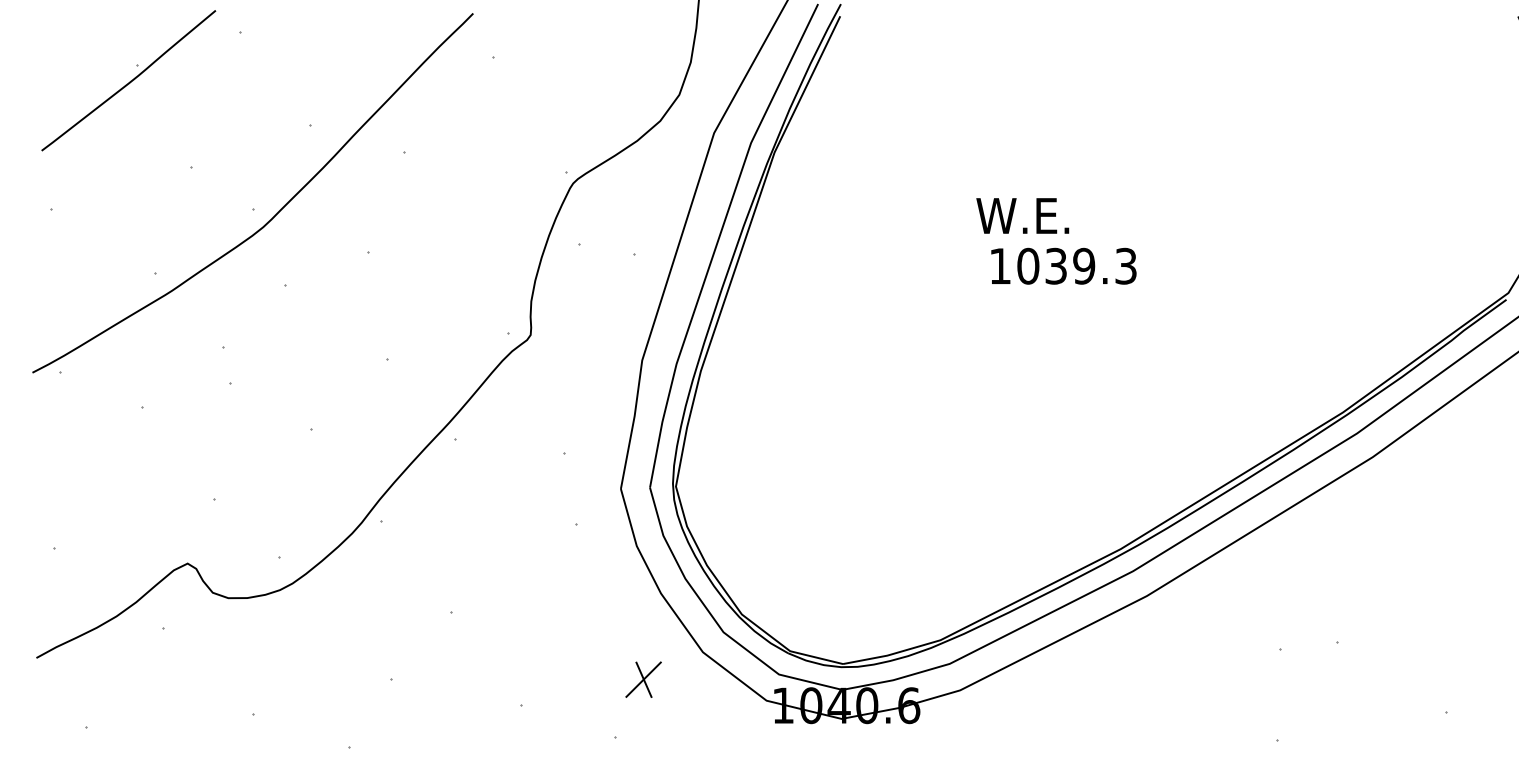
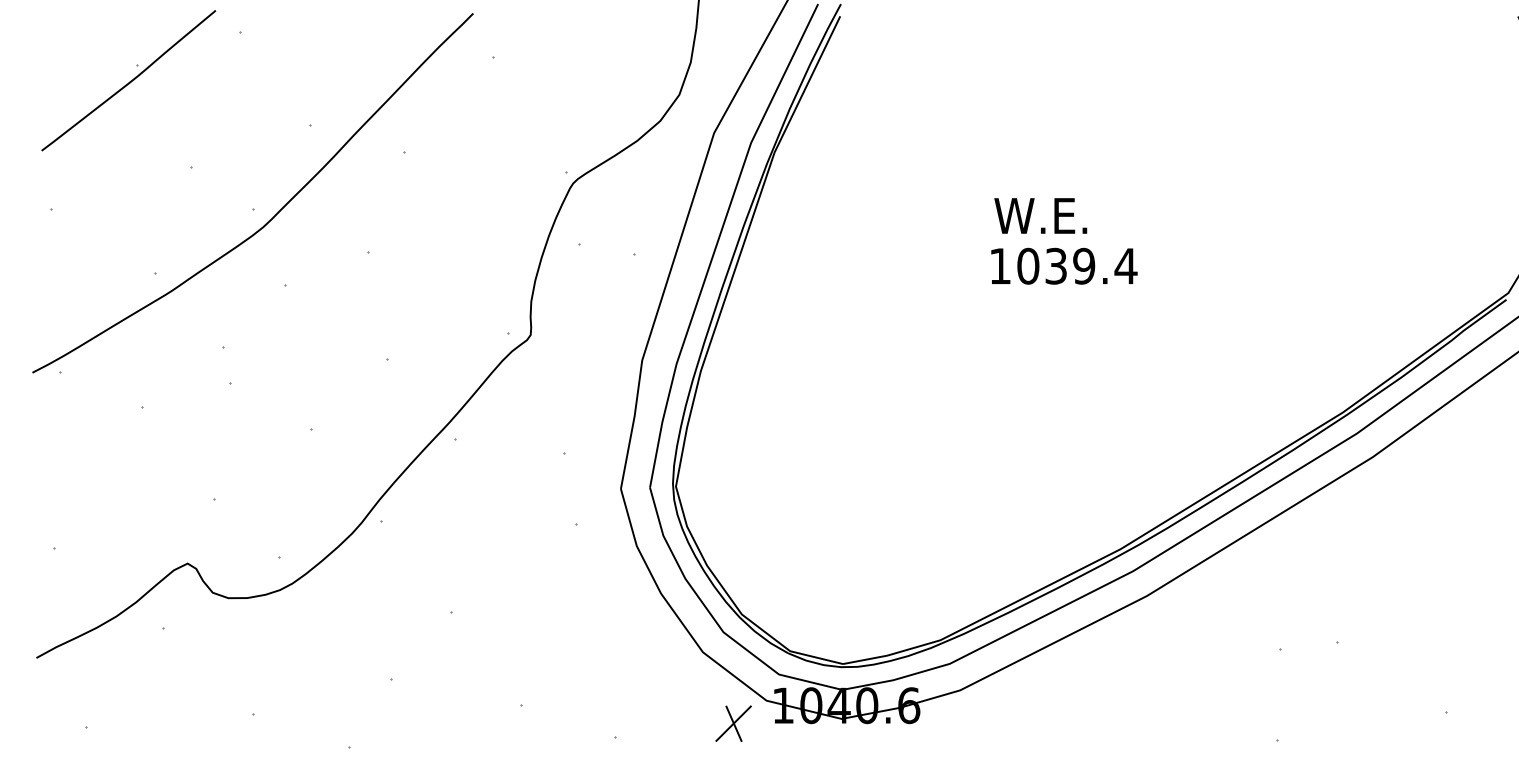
text at (1022, 215) position: (1022, 215) -> (1040, 215)
text at (1125, 265): 1039.3 -> 1039.4
part at (643, 679) position: (643, 679) -> (733, 723)
